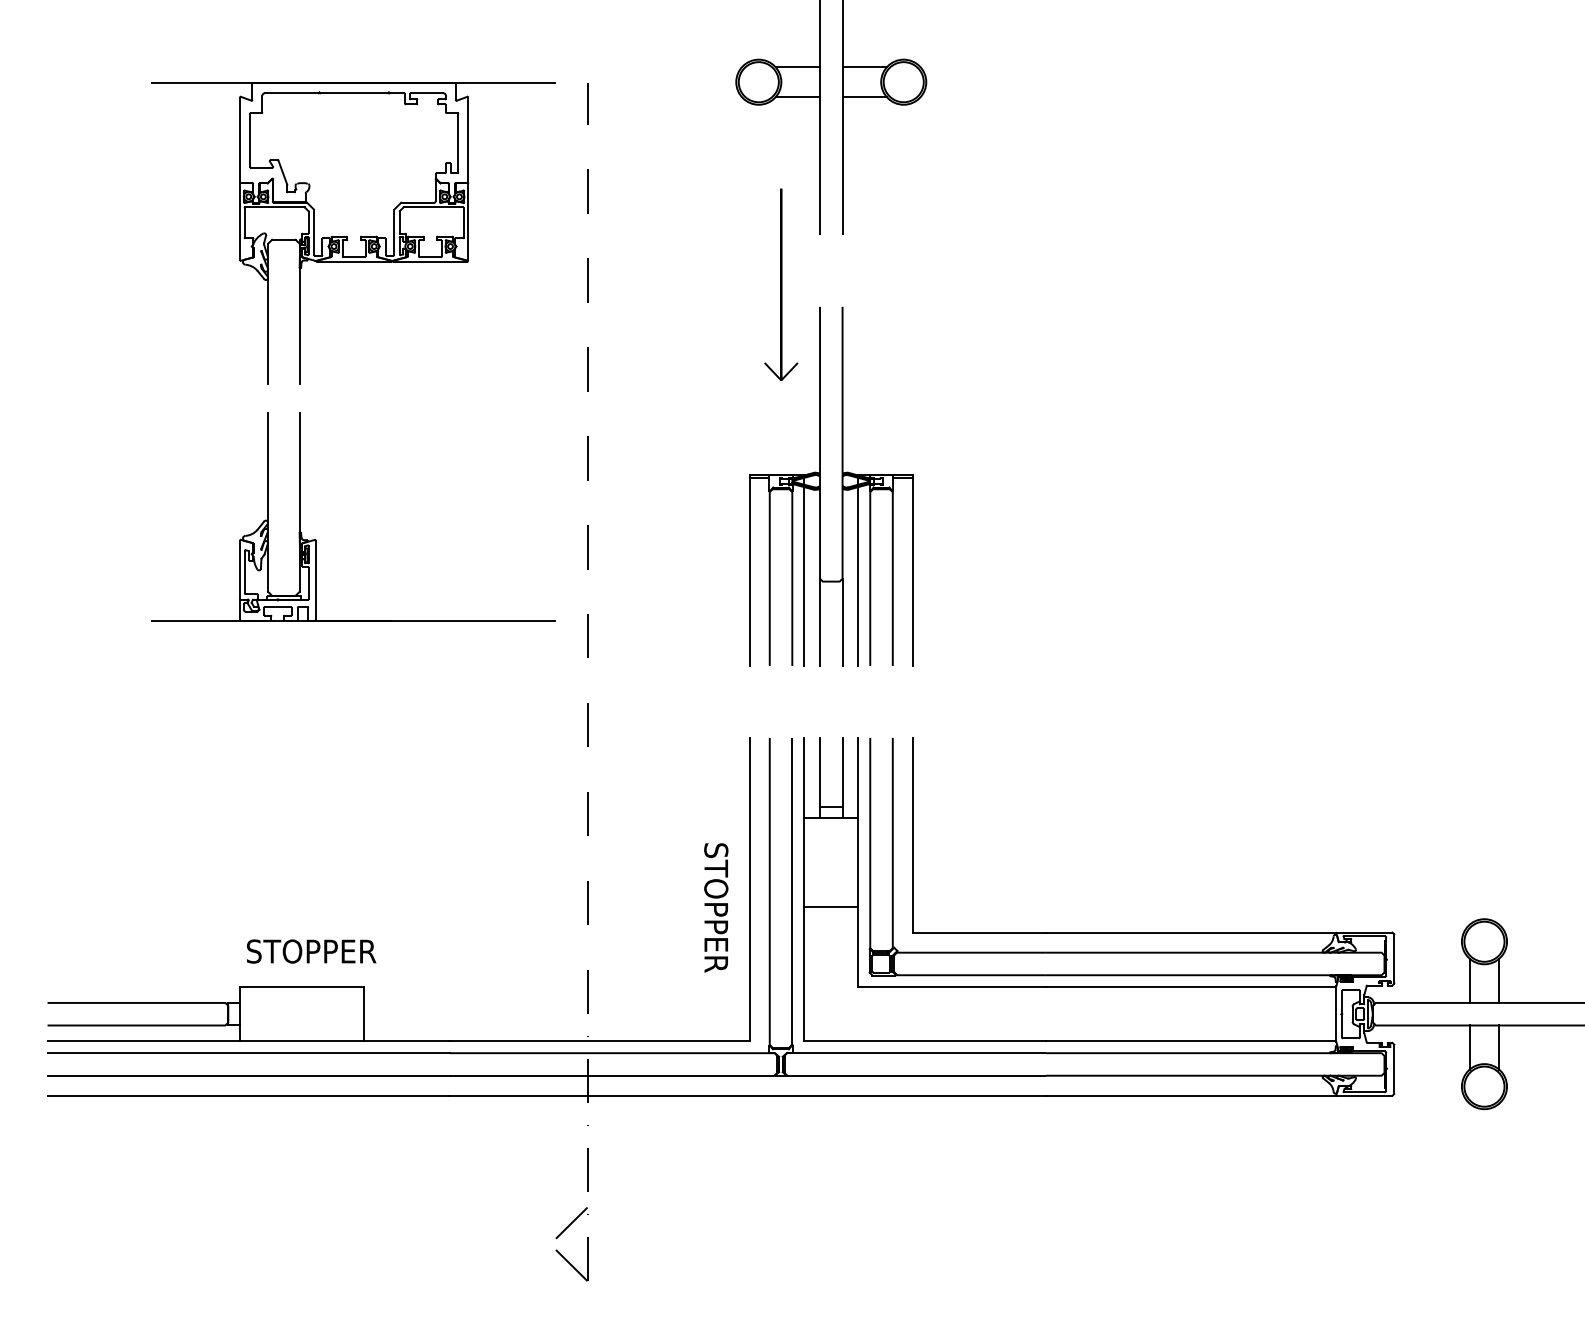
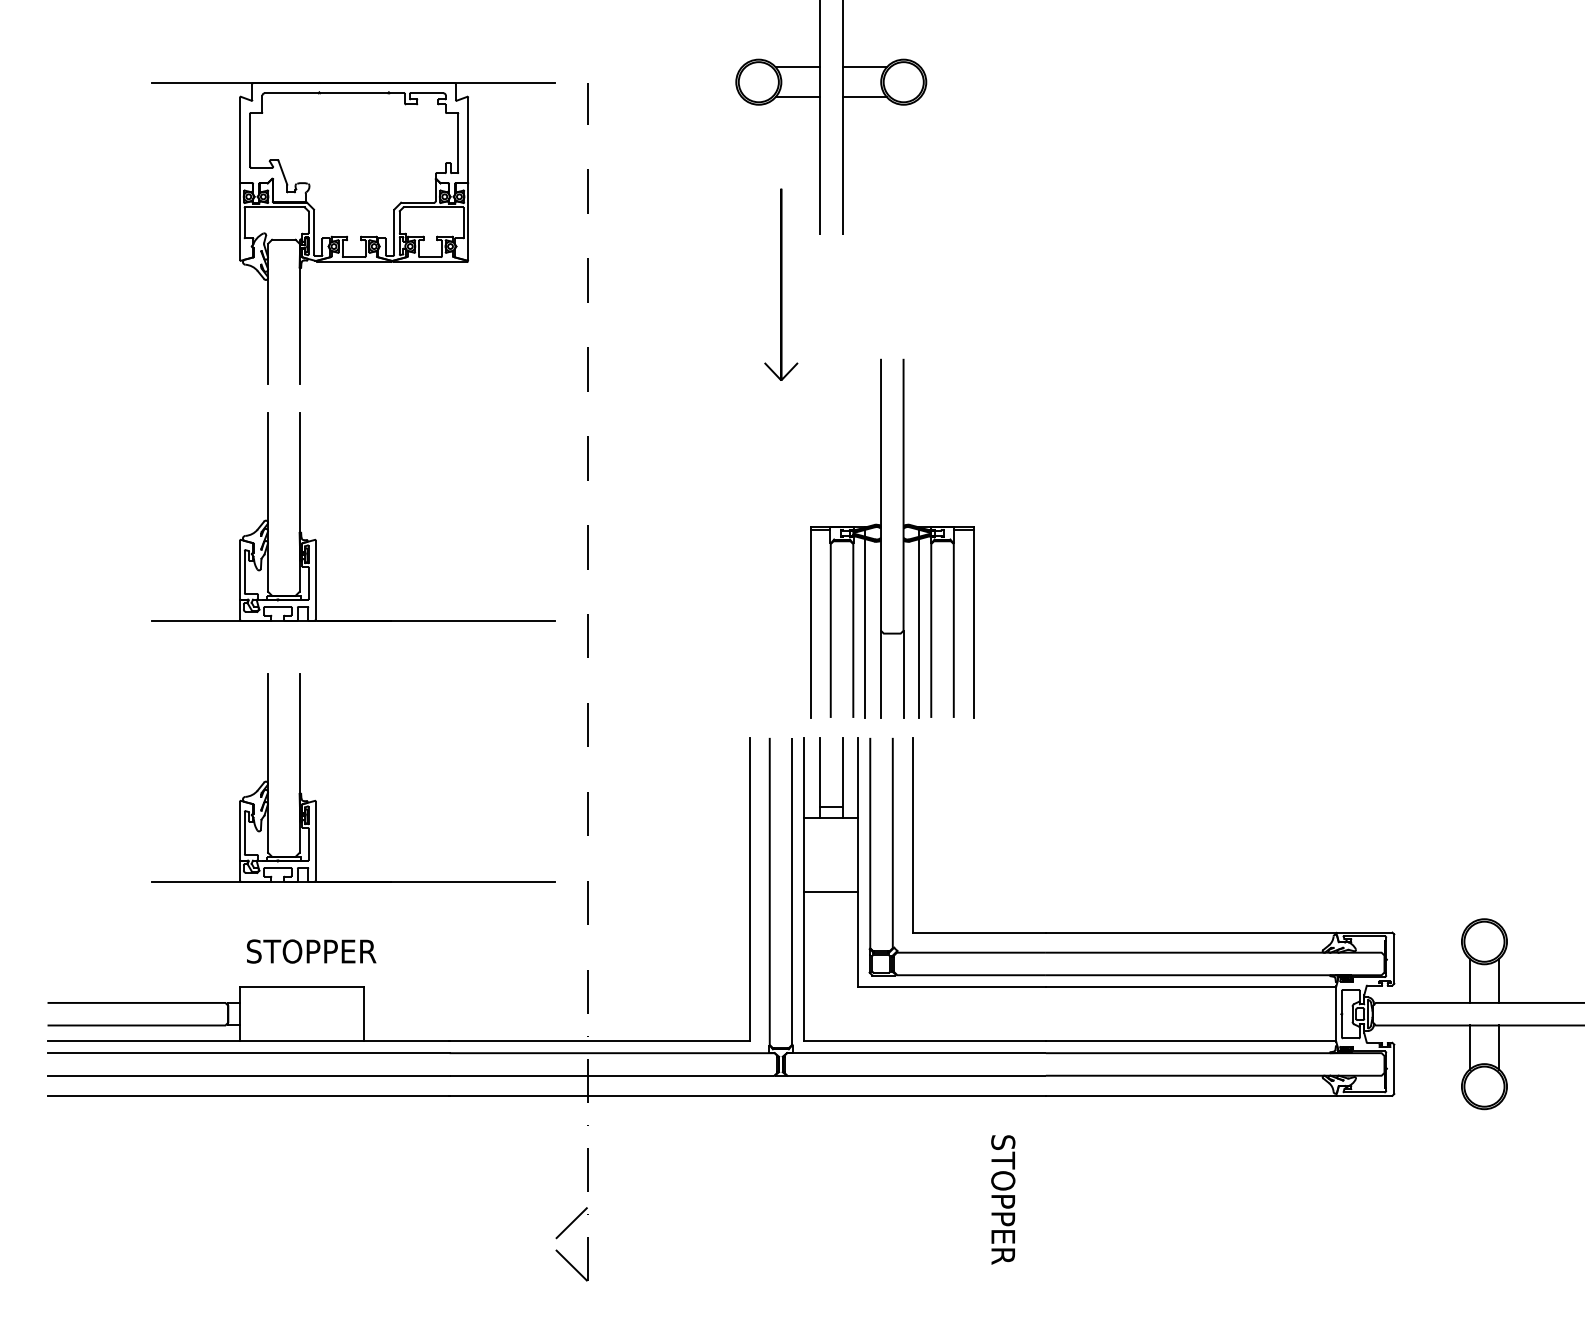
part at (841, 486) position: (841, 486) -> (902, 538)
part at (316, 800): none -> present
text at (716, 907) position: (716, 907) -> (1003, 1199)
line at (831, 907) position: (831, 907) -> (831, 892)
